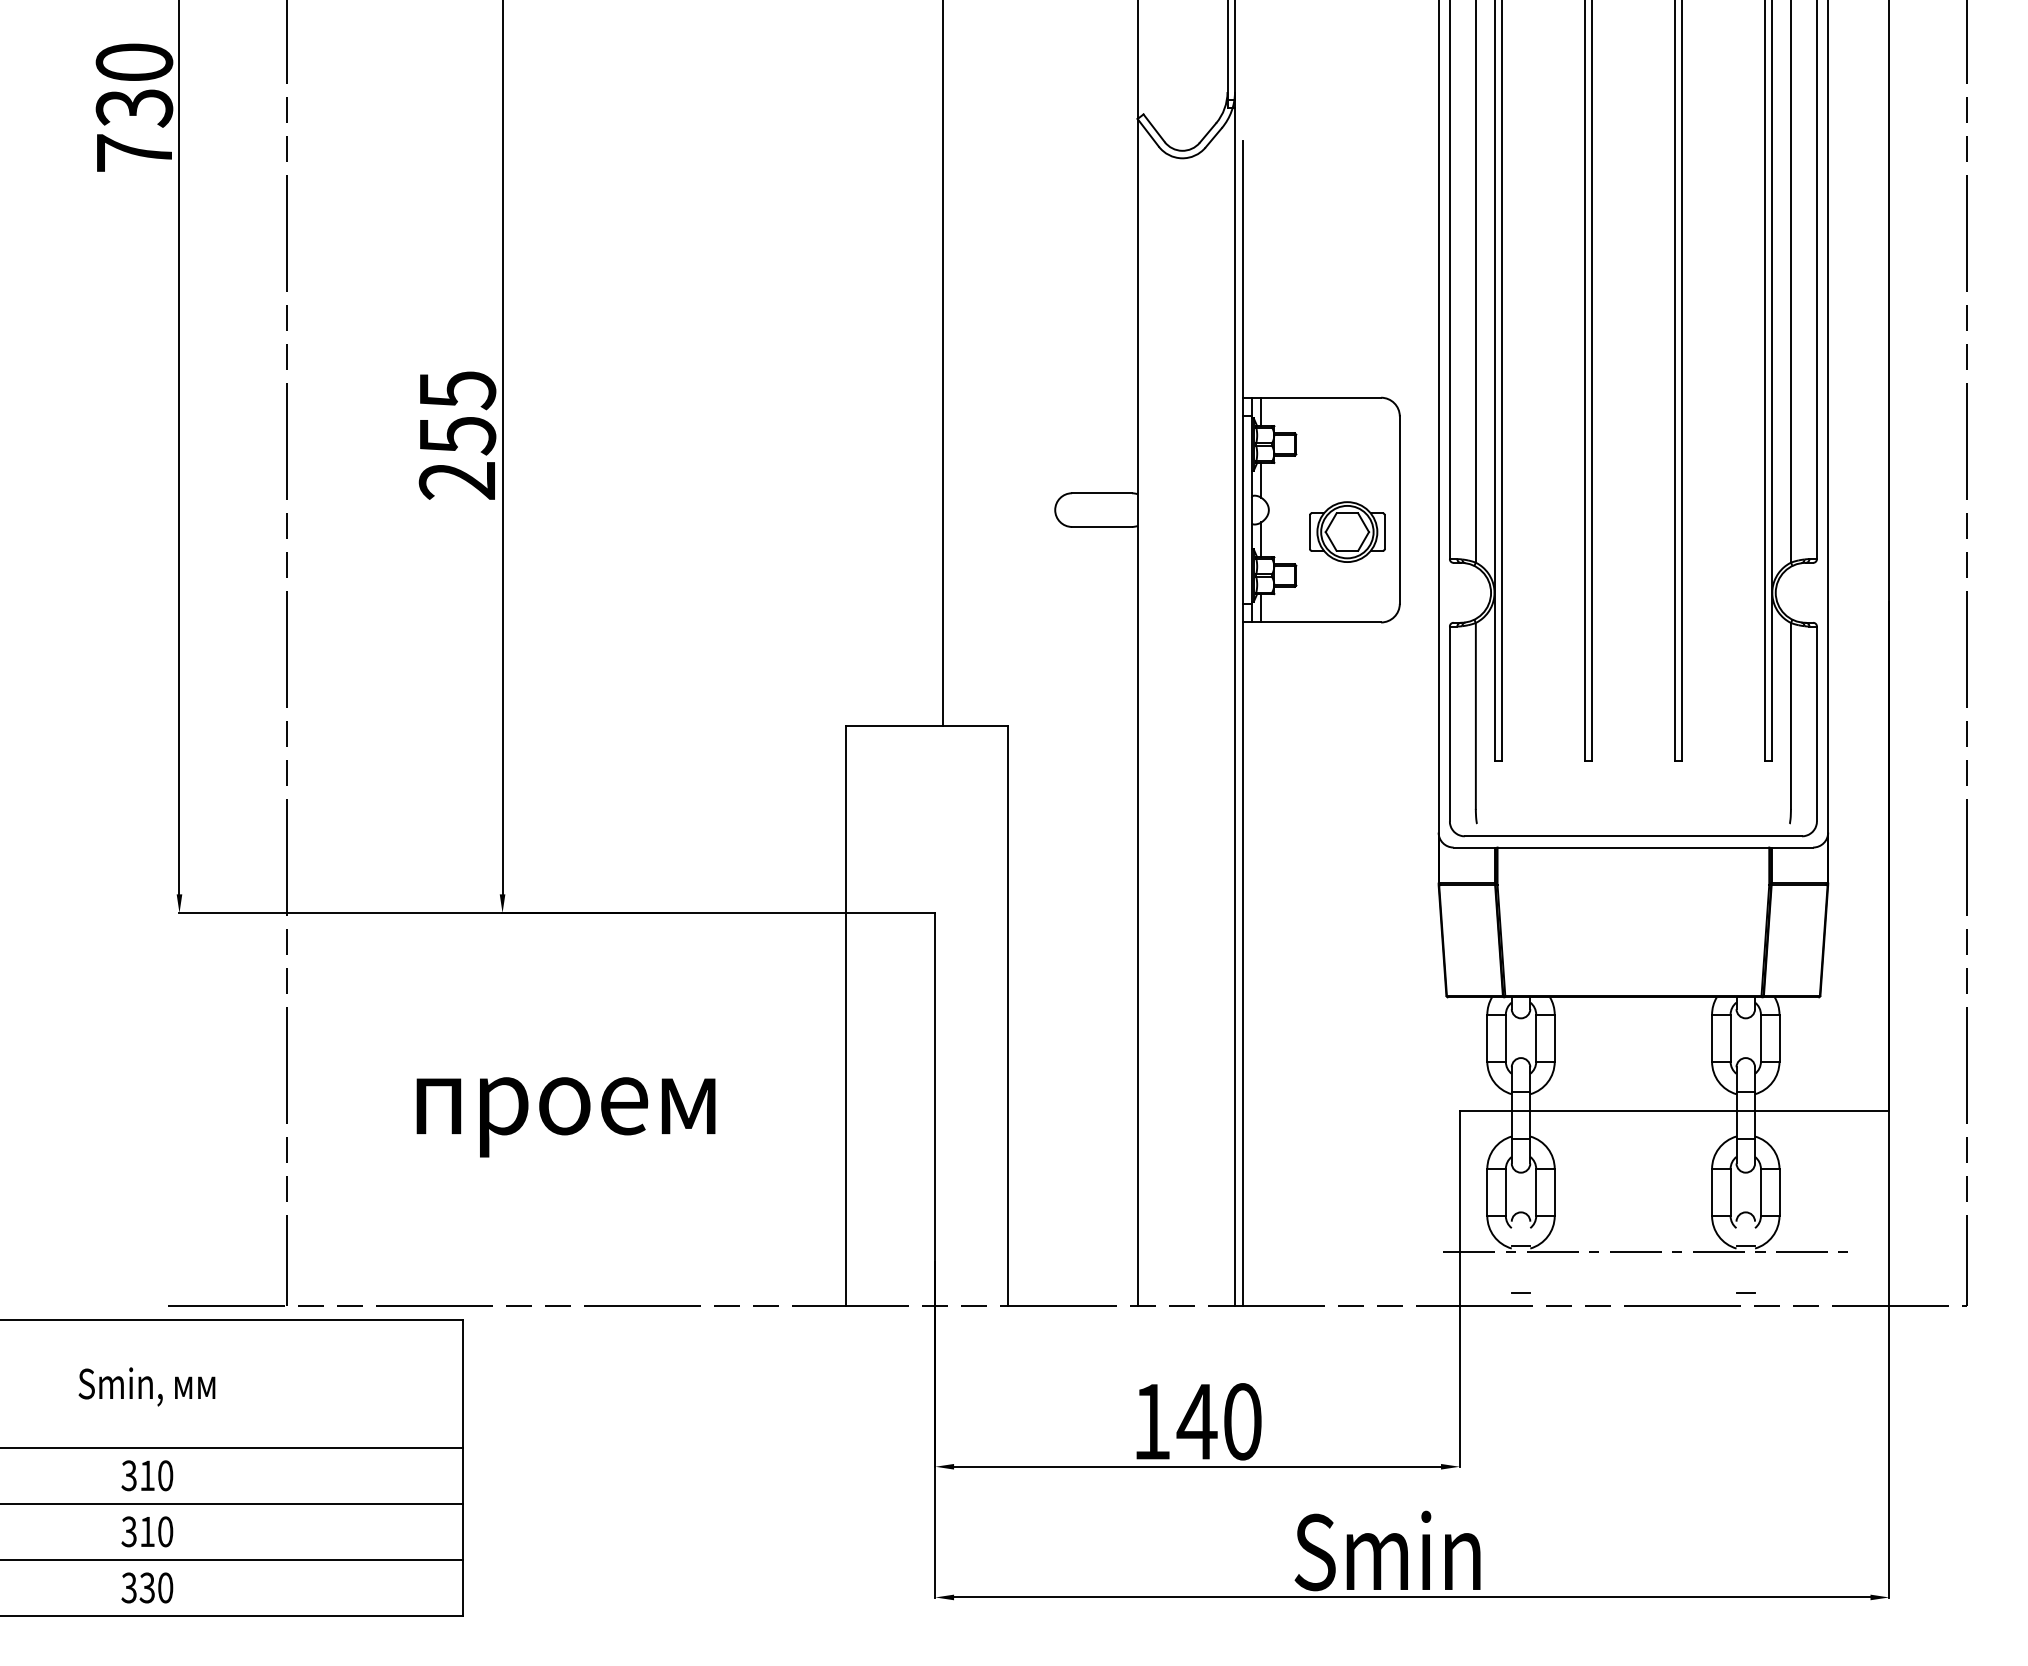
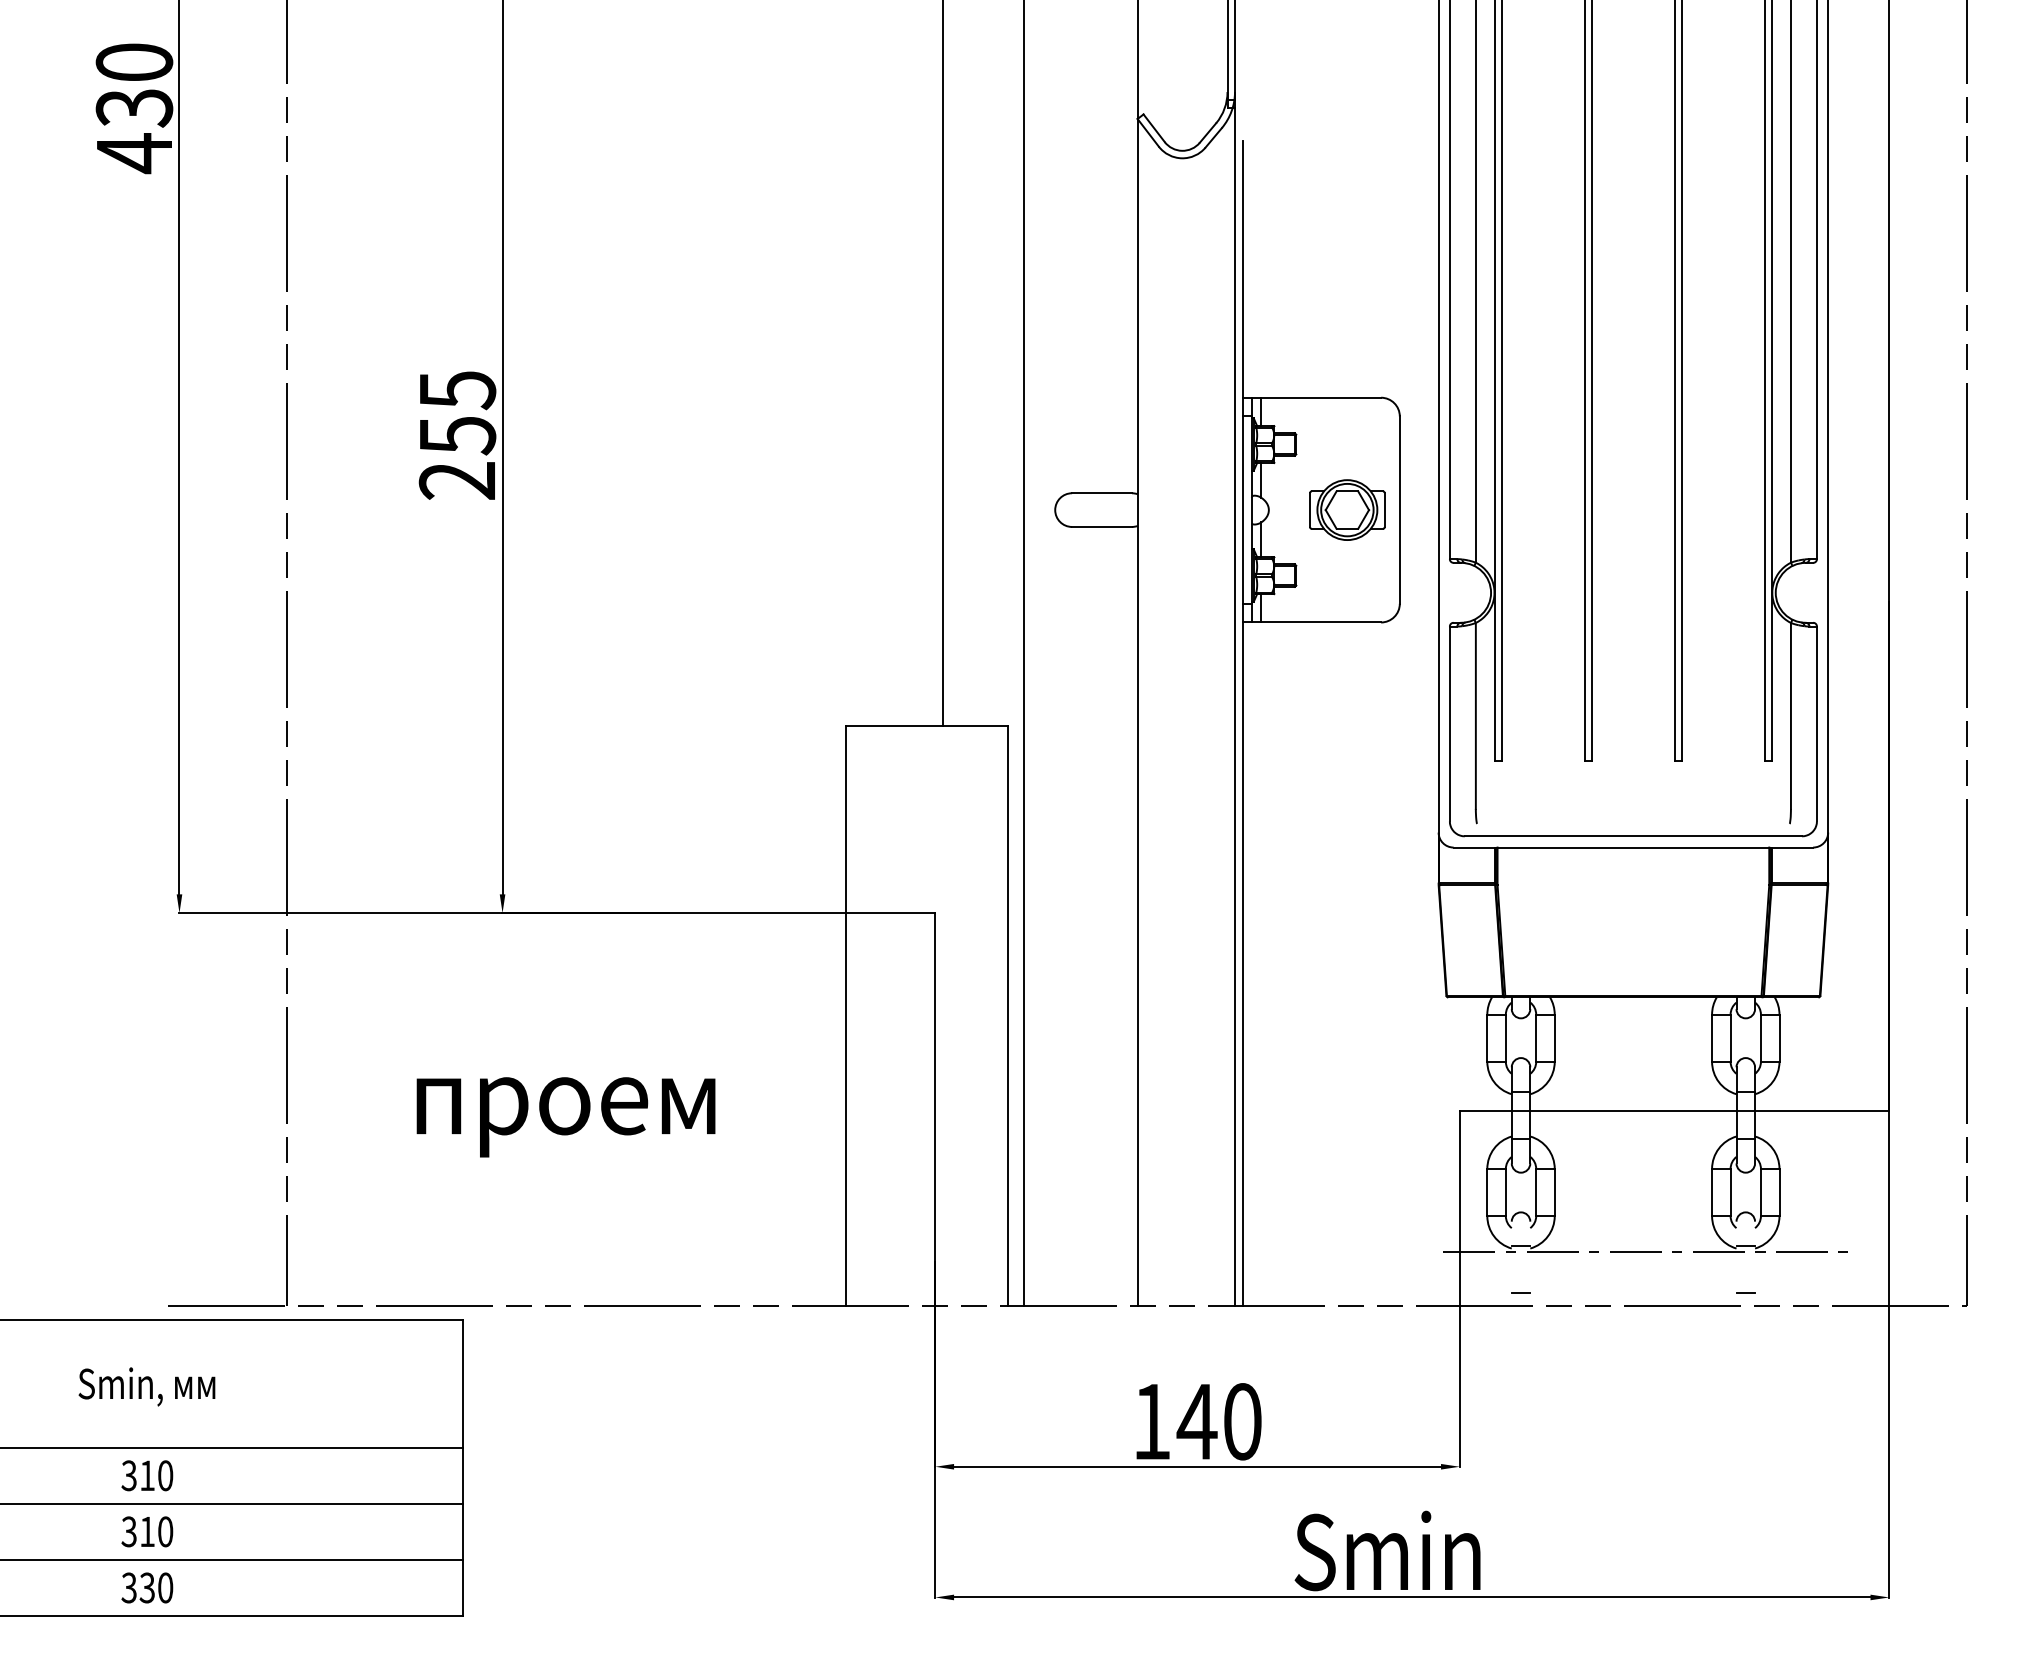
text at (134, 153): 730 -> 430
part at (1347, 531) position: (1347, 531) -> (1347, 509)
line at (1024, 654): none -> present
